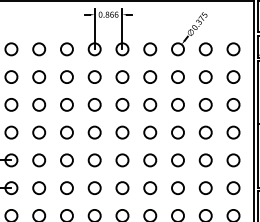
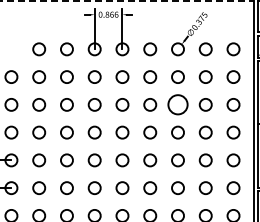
line at (127, 0): solid -> dashed
circle at (11, 49): present -> none
circle at (177, 104) size: 14x14 px -> 22x22 px
